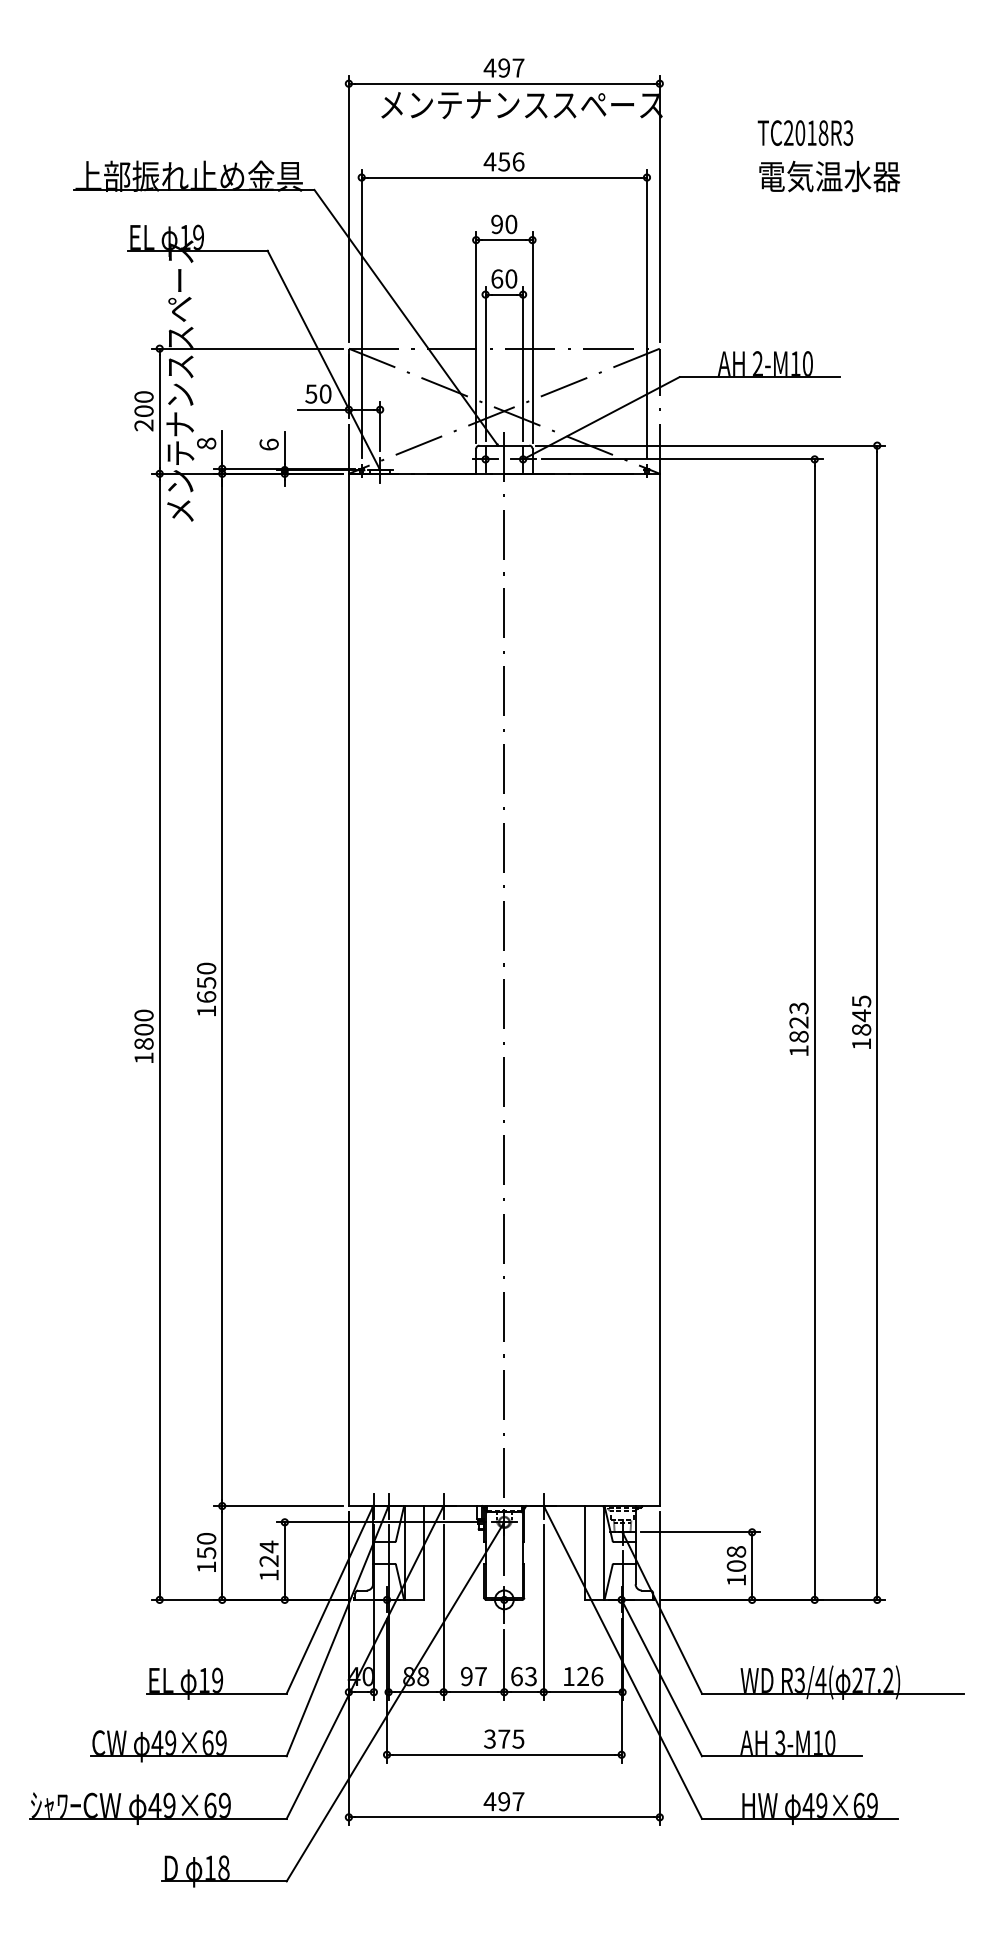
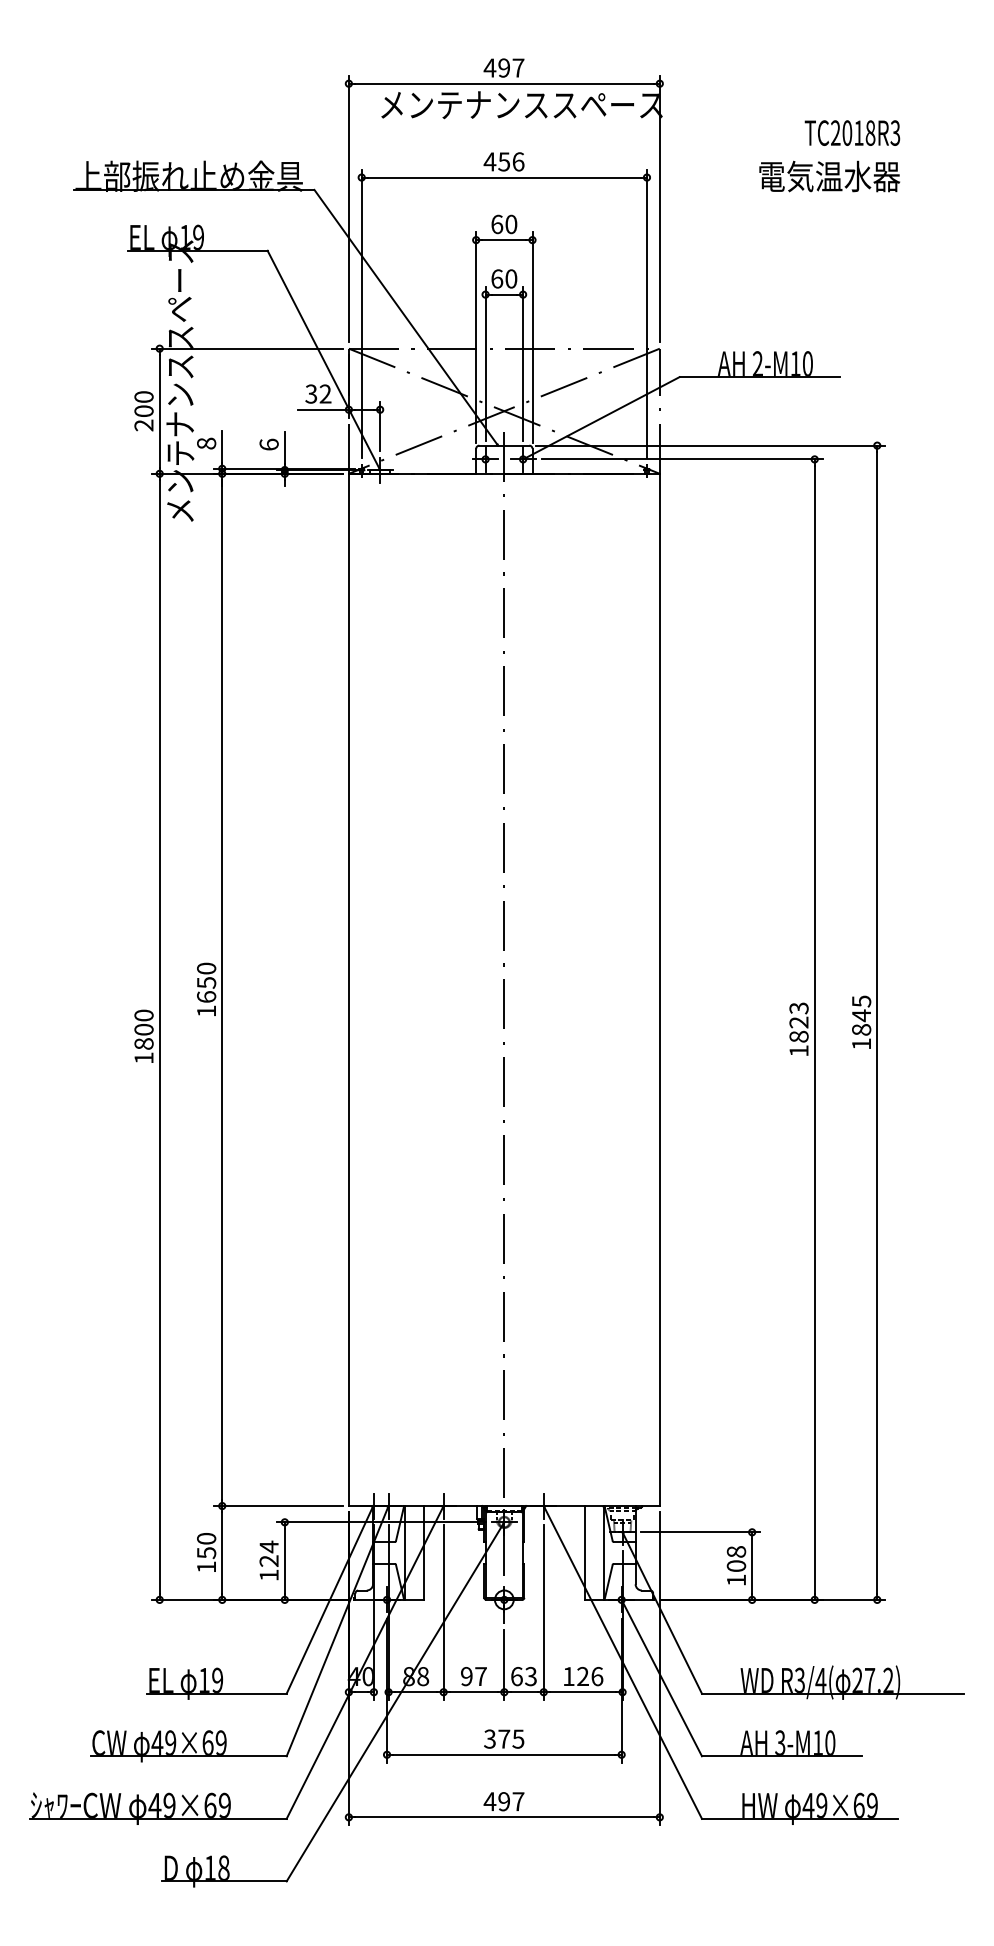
text at (805, 132) position: (805, 132) -> (852, 132)
text at (497, 224): 90 -> 60
text at (318, 393): 50 -> 32
